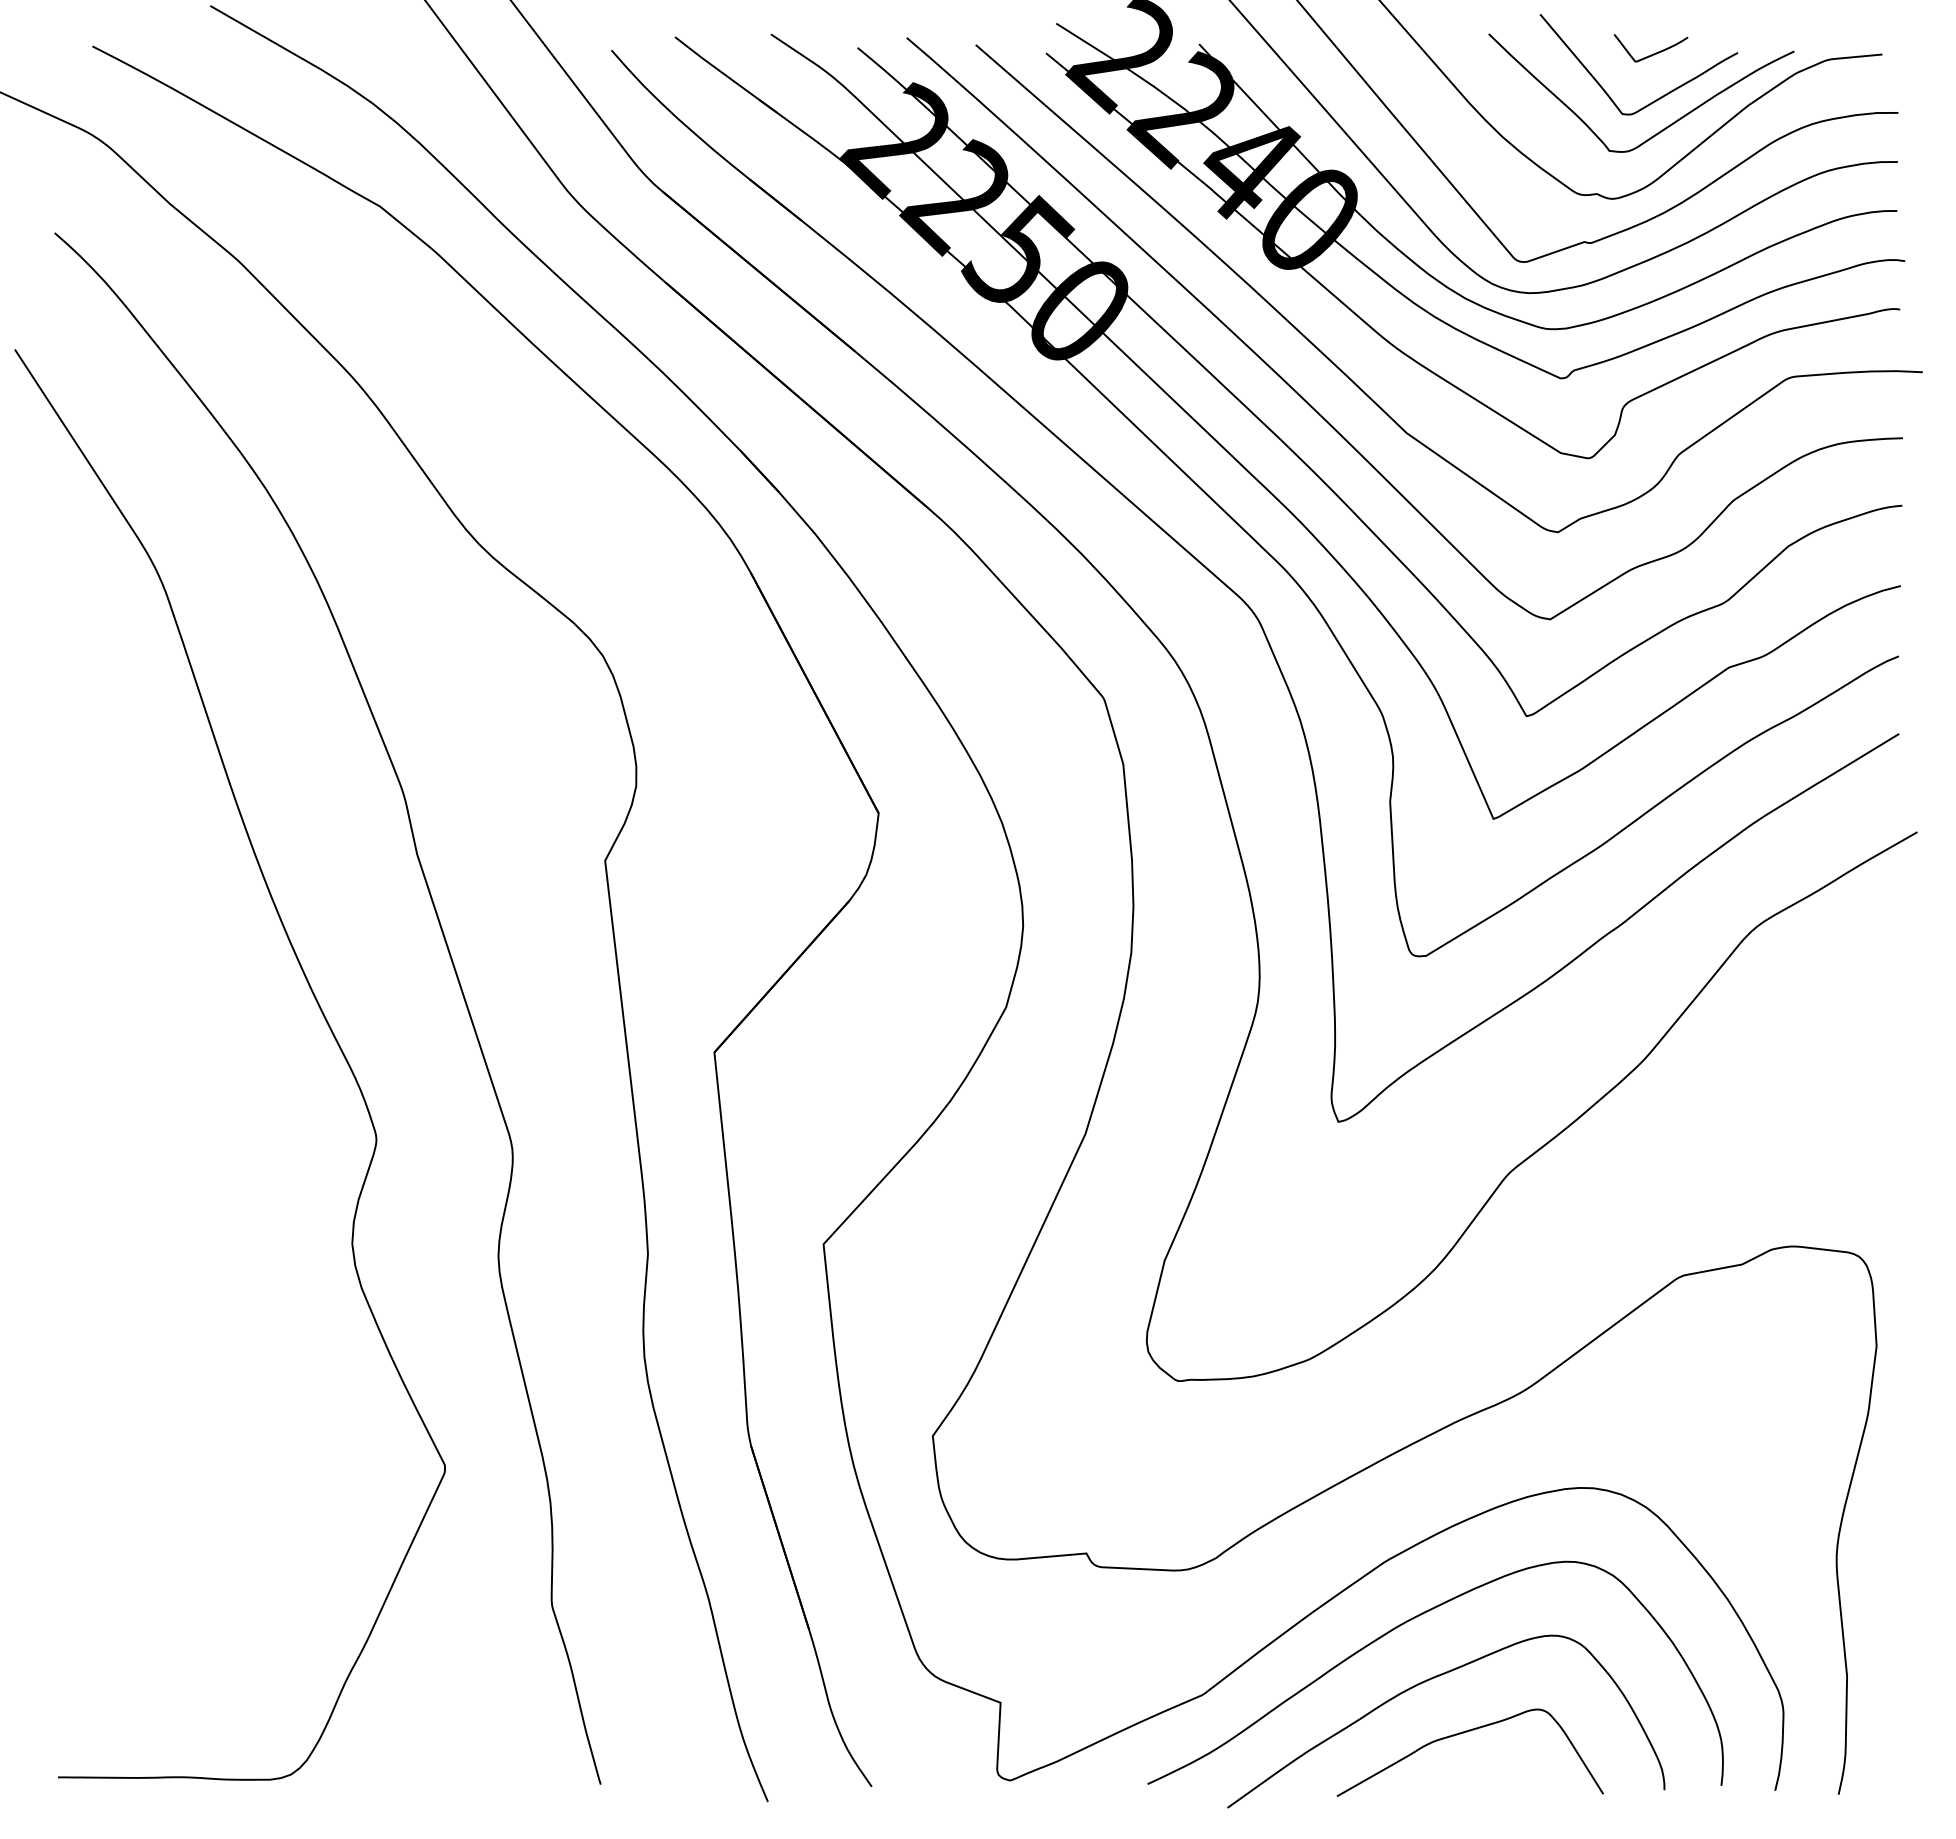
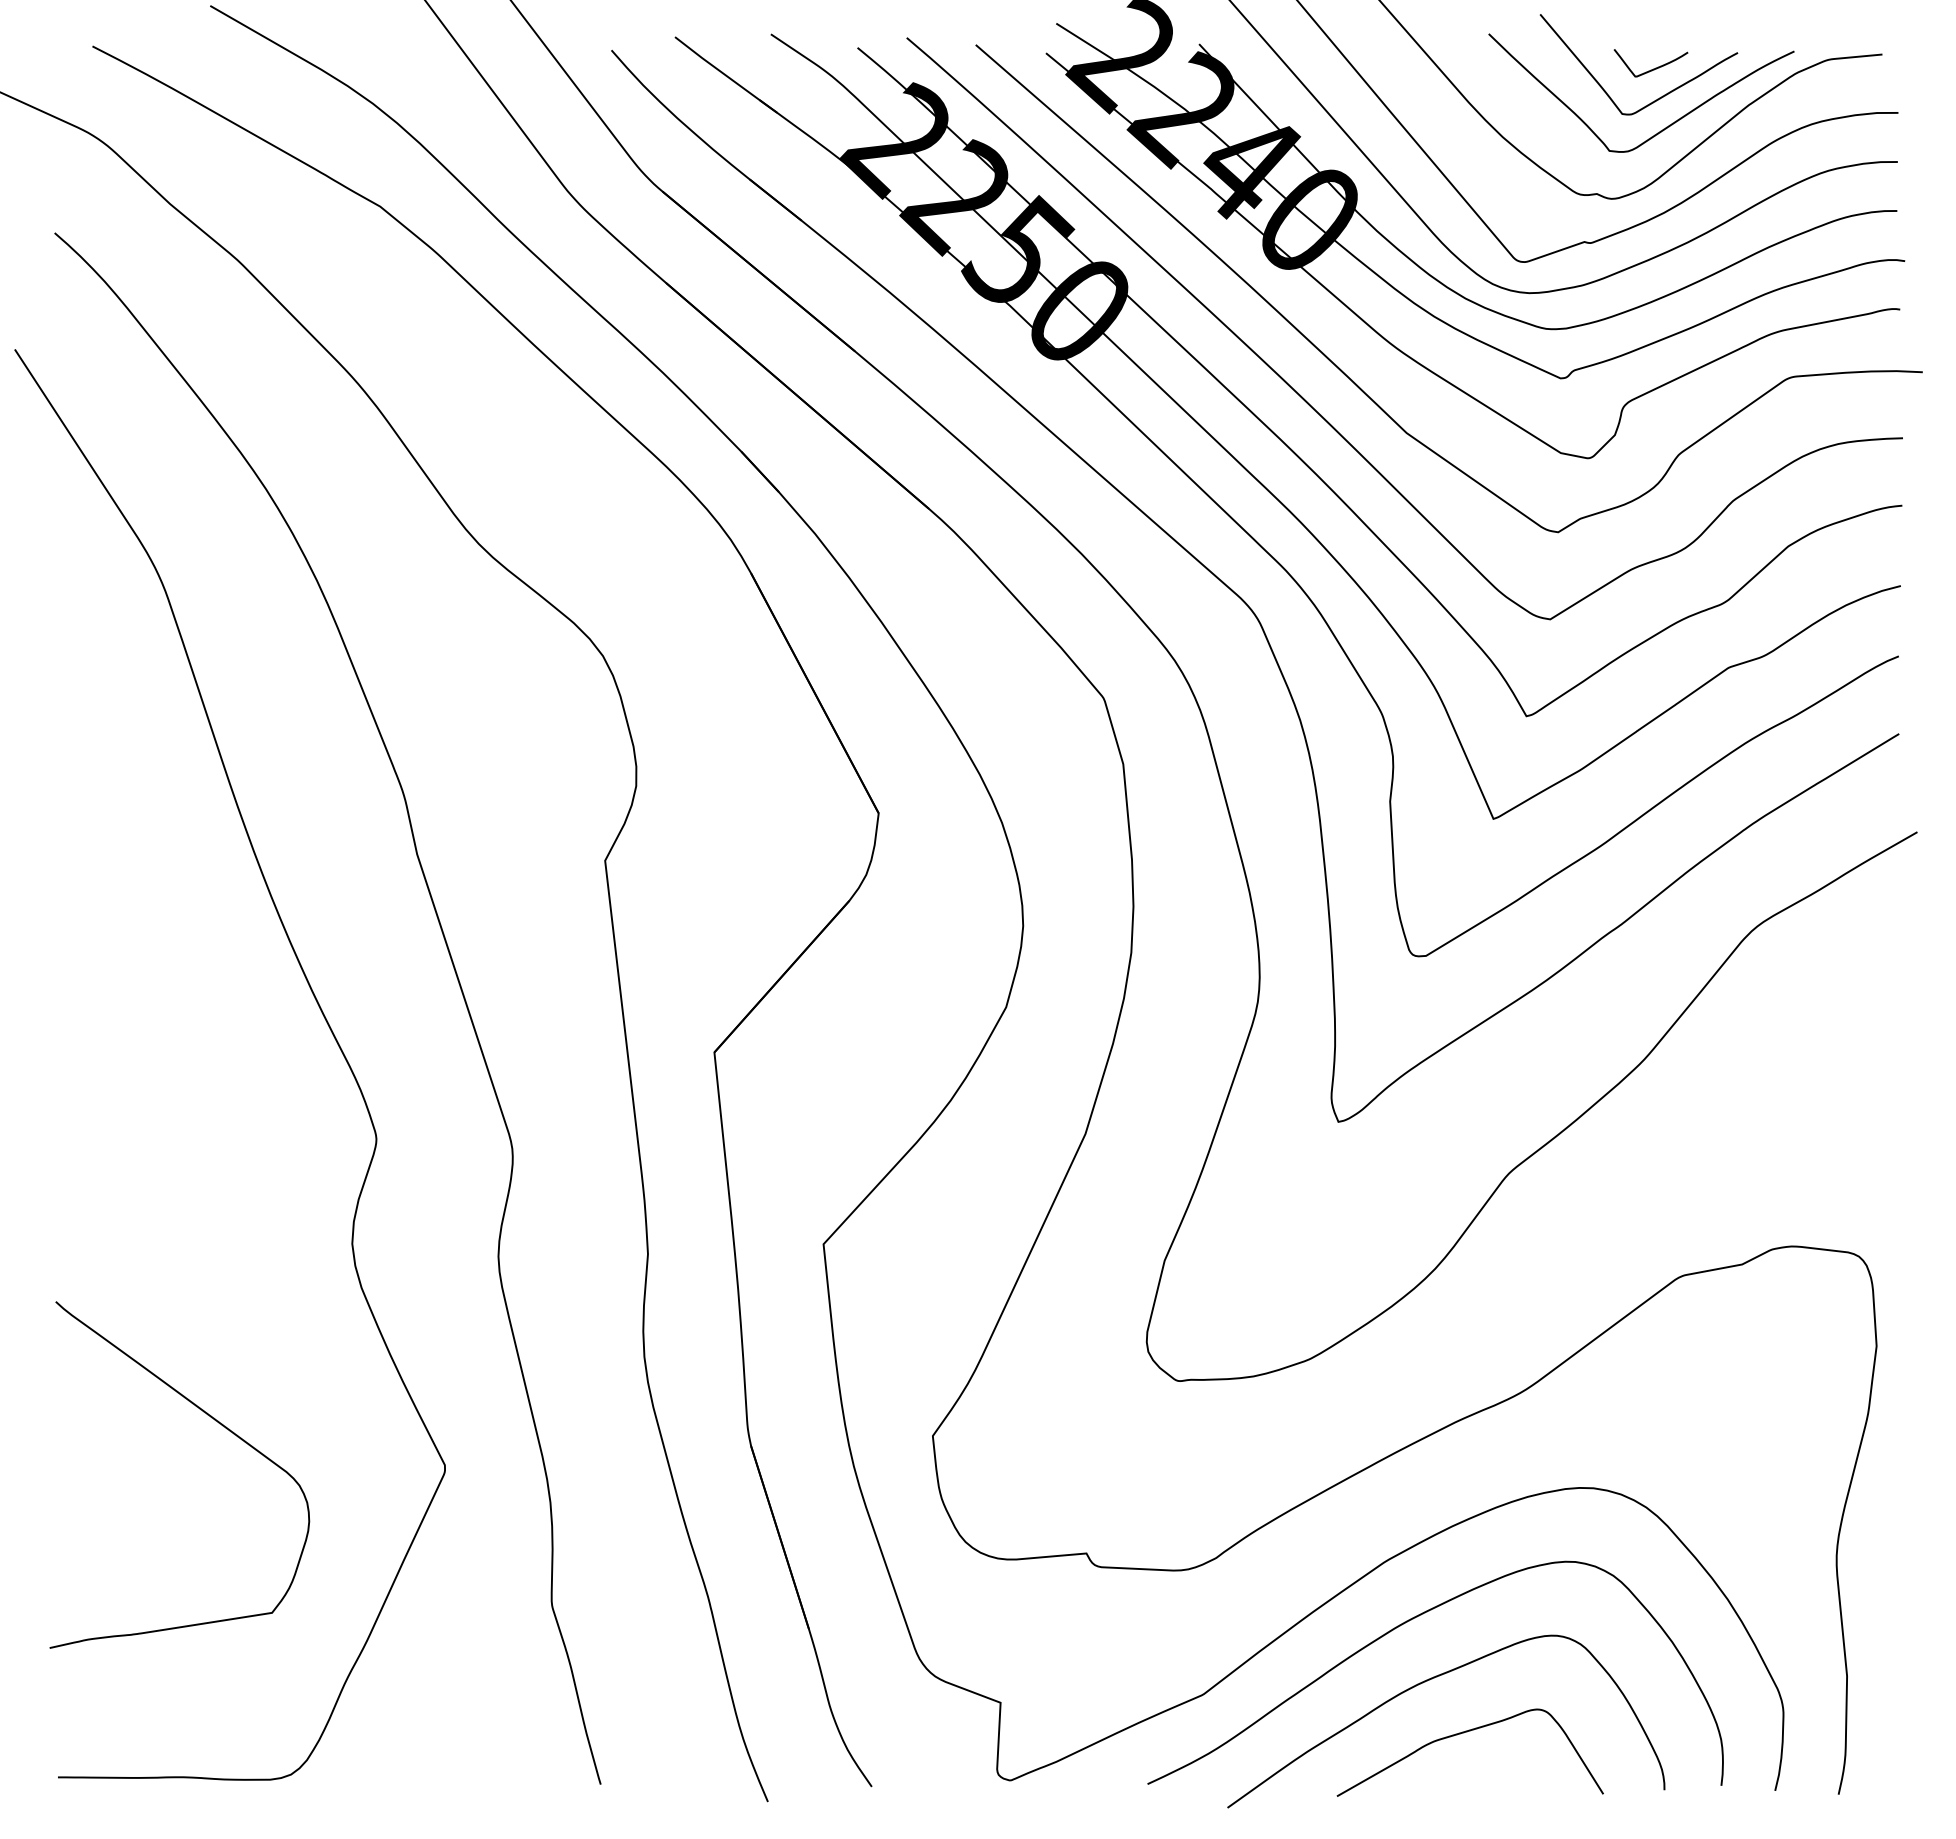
curve at (1653, 53) position: (1653, 53) -> (1653, 68)
curve at (218, 1423): none -> present
